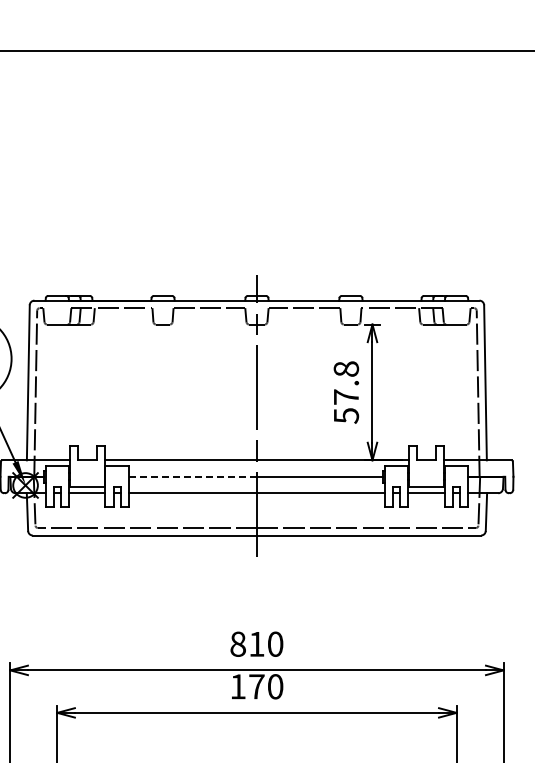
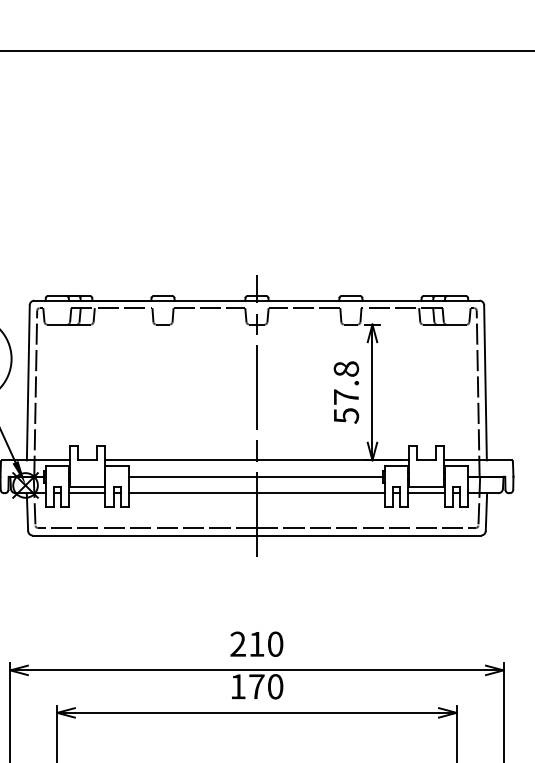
line at (192, 476): dashed -> solid
text at (237, 643): 810 -> 210
